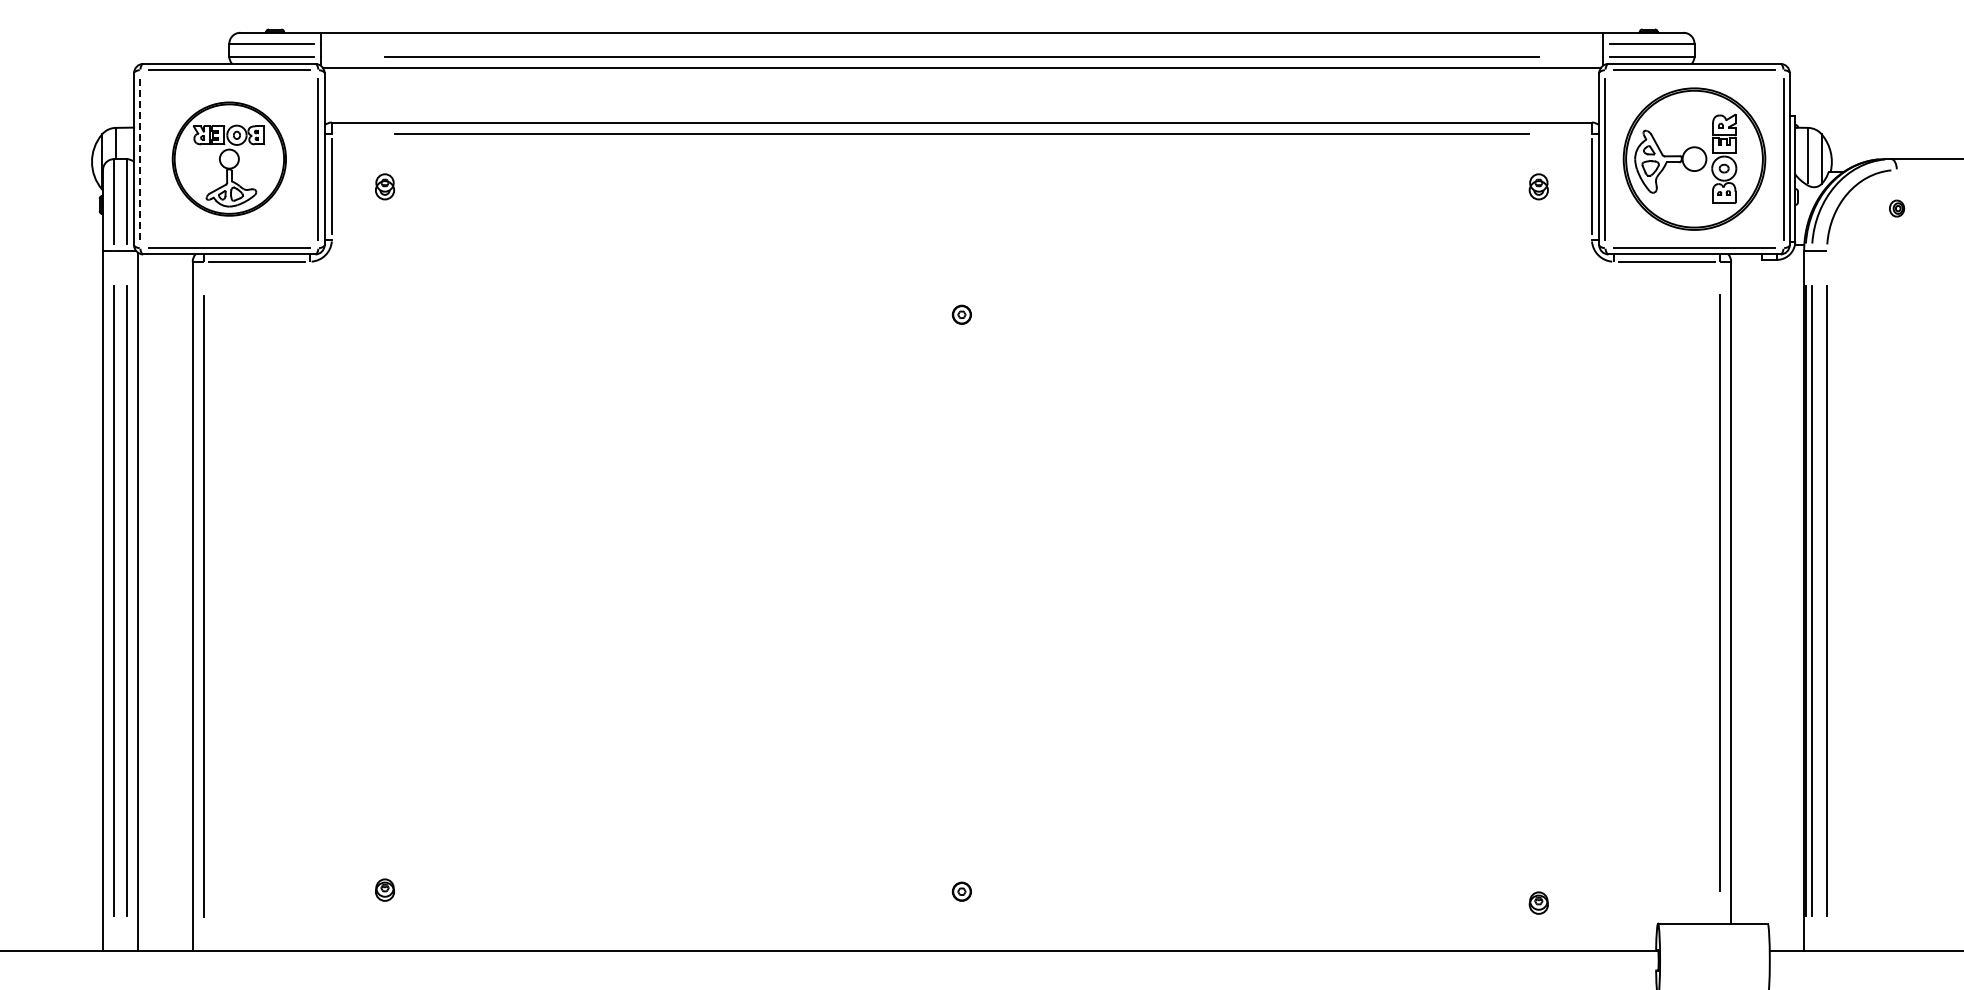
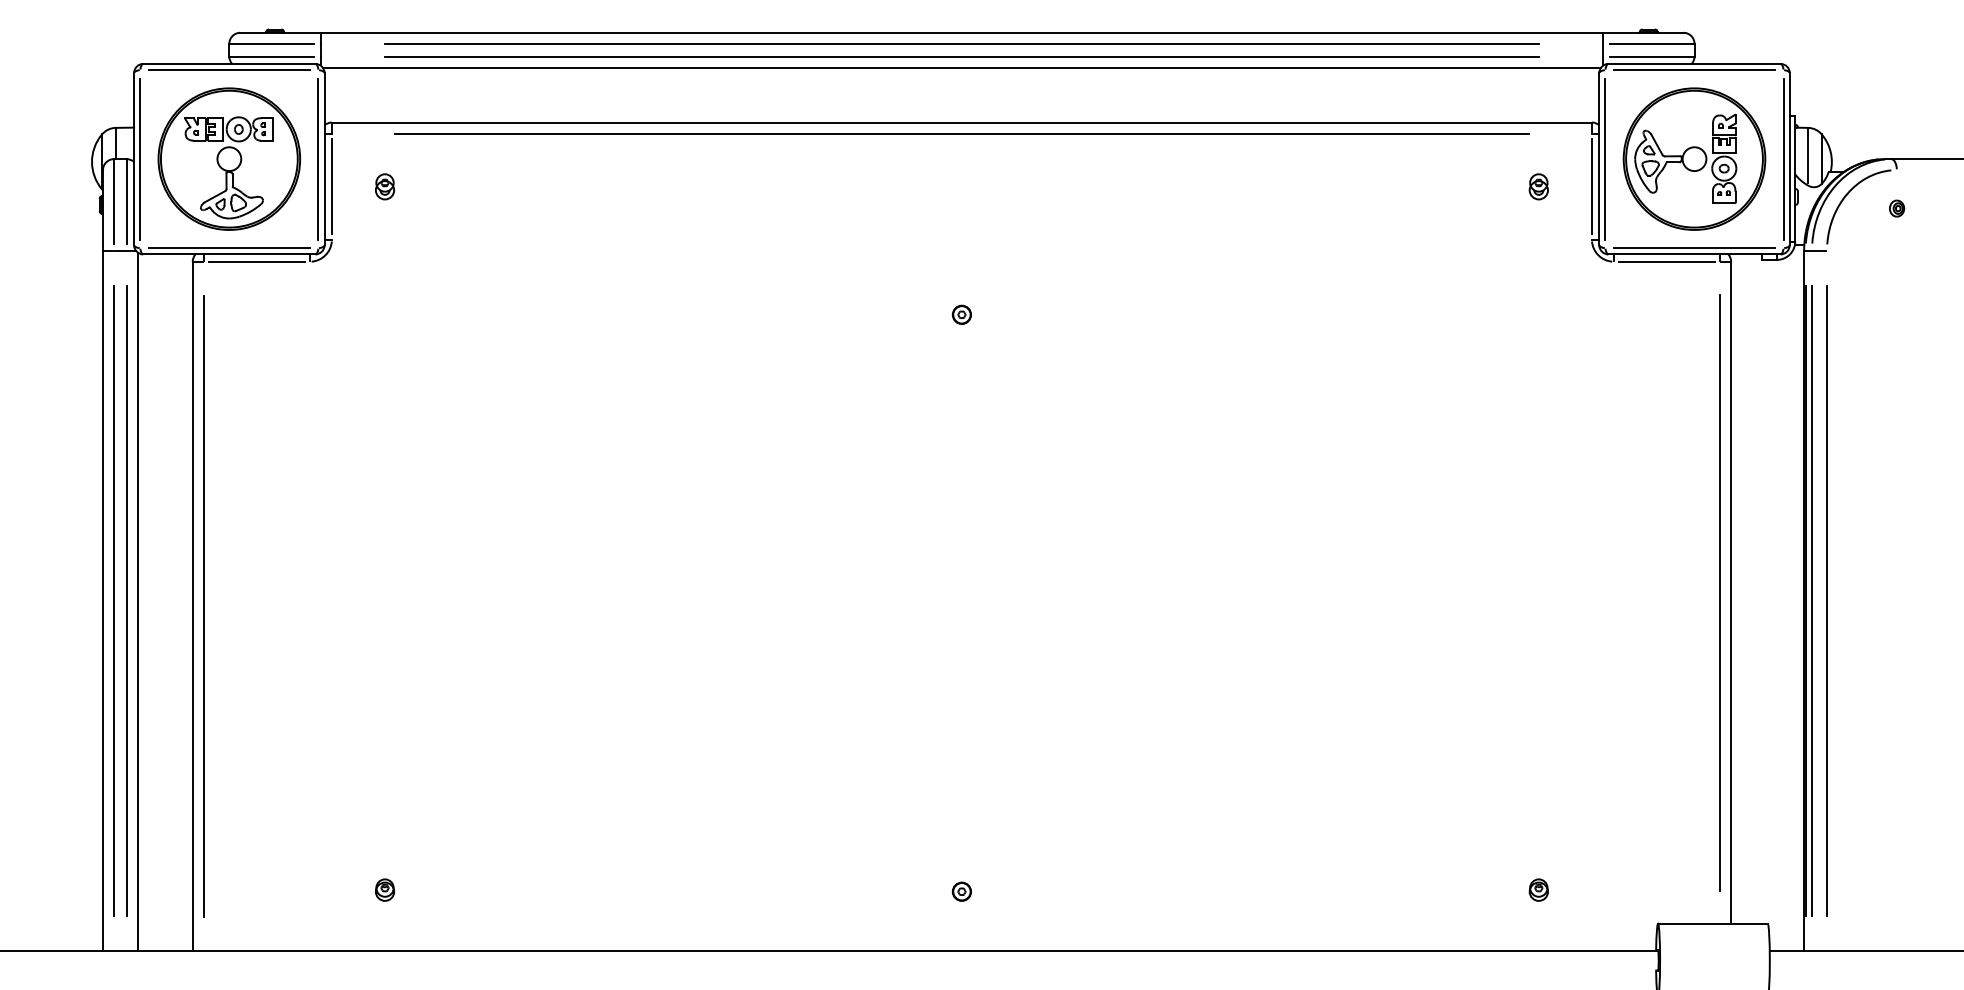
line at (961, 43): none -> present
part at (228, 158) size: 116x116 px -> 145x144 px
line at (140, 159): dashed -> solid
part at (1538, 902) position: (1538, 902) -> (1538, 889)
